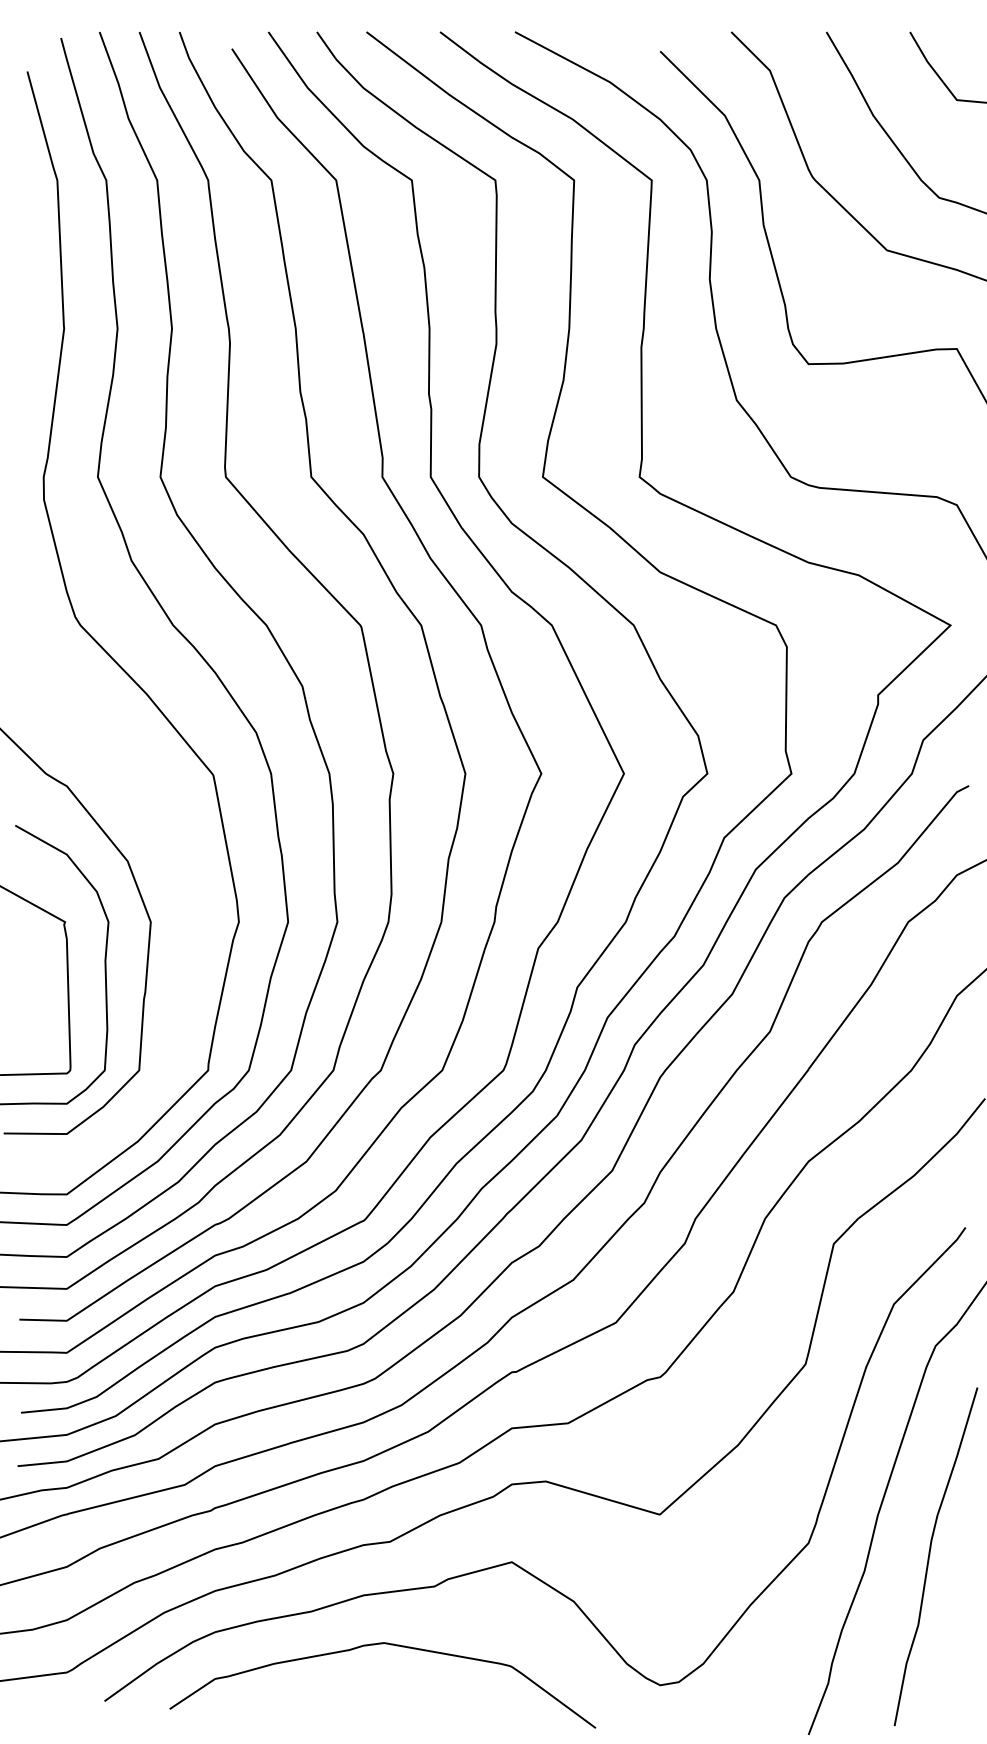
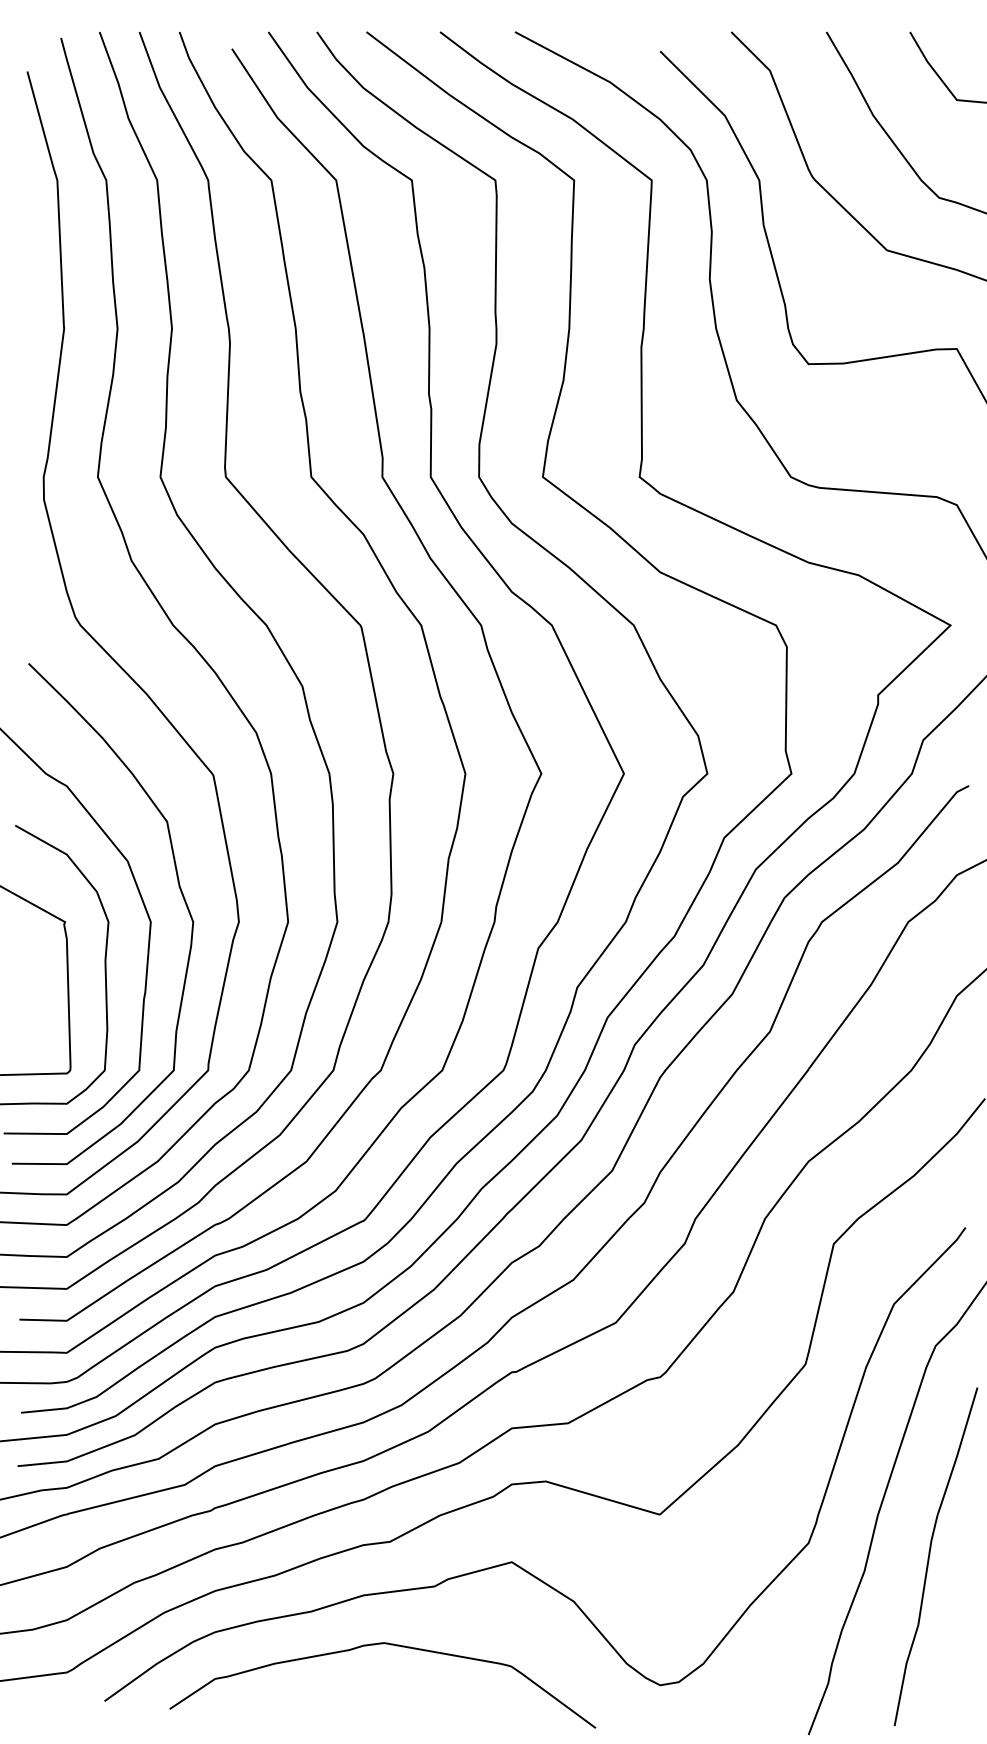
curve at (179, 889): none -> present
